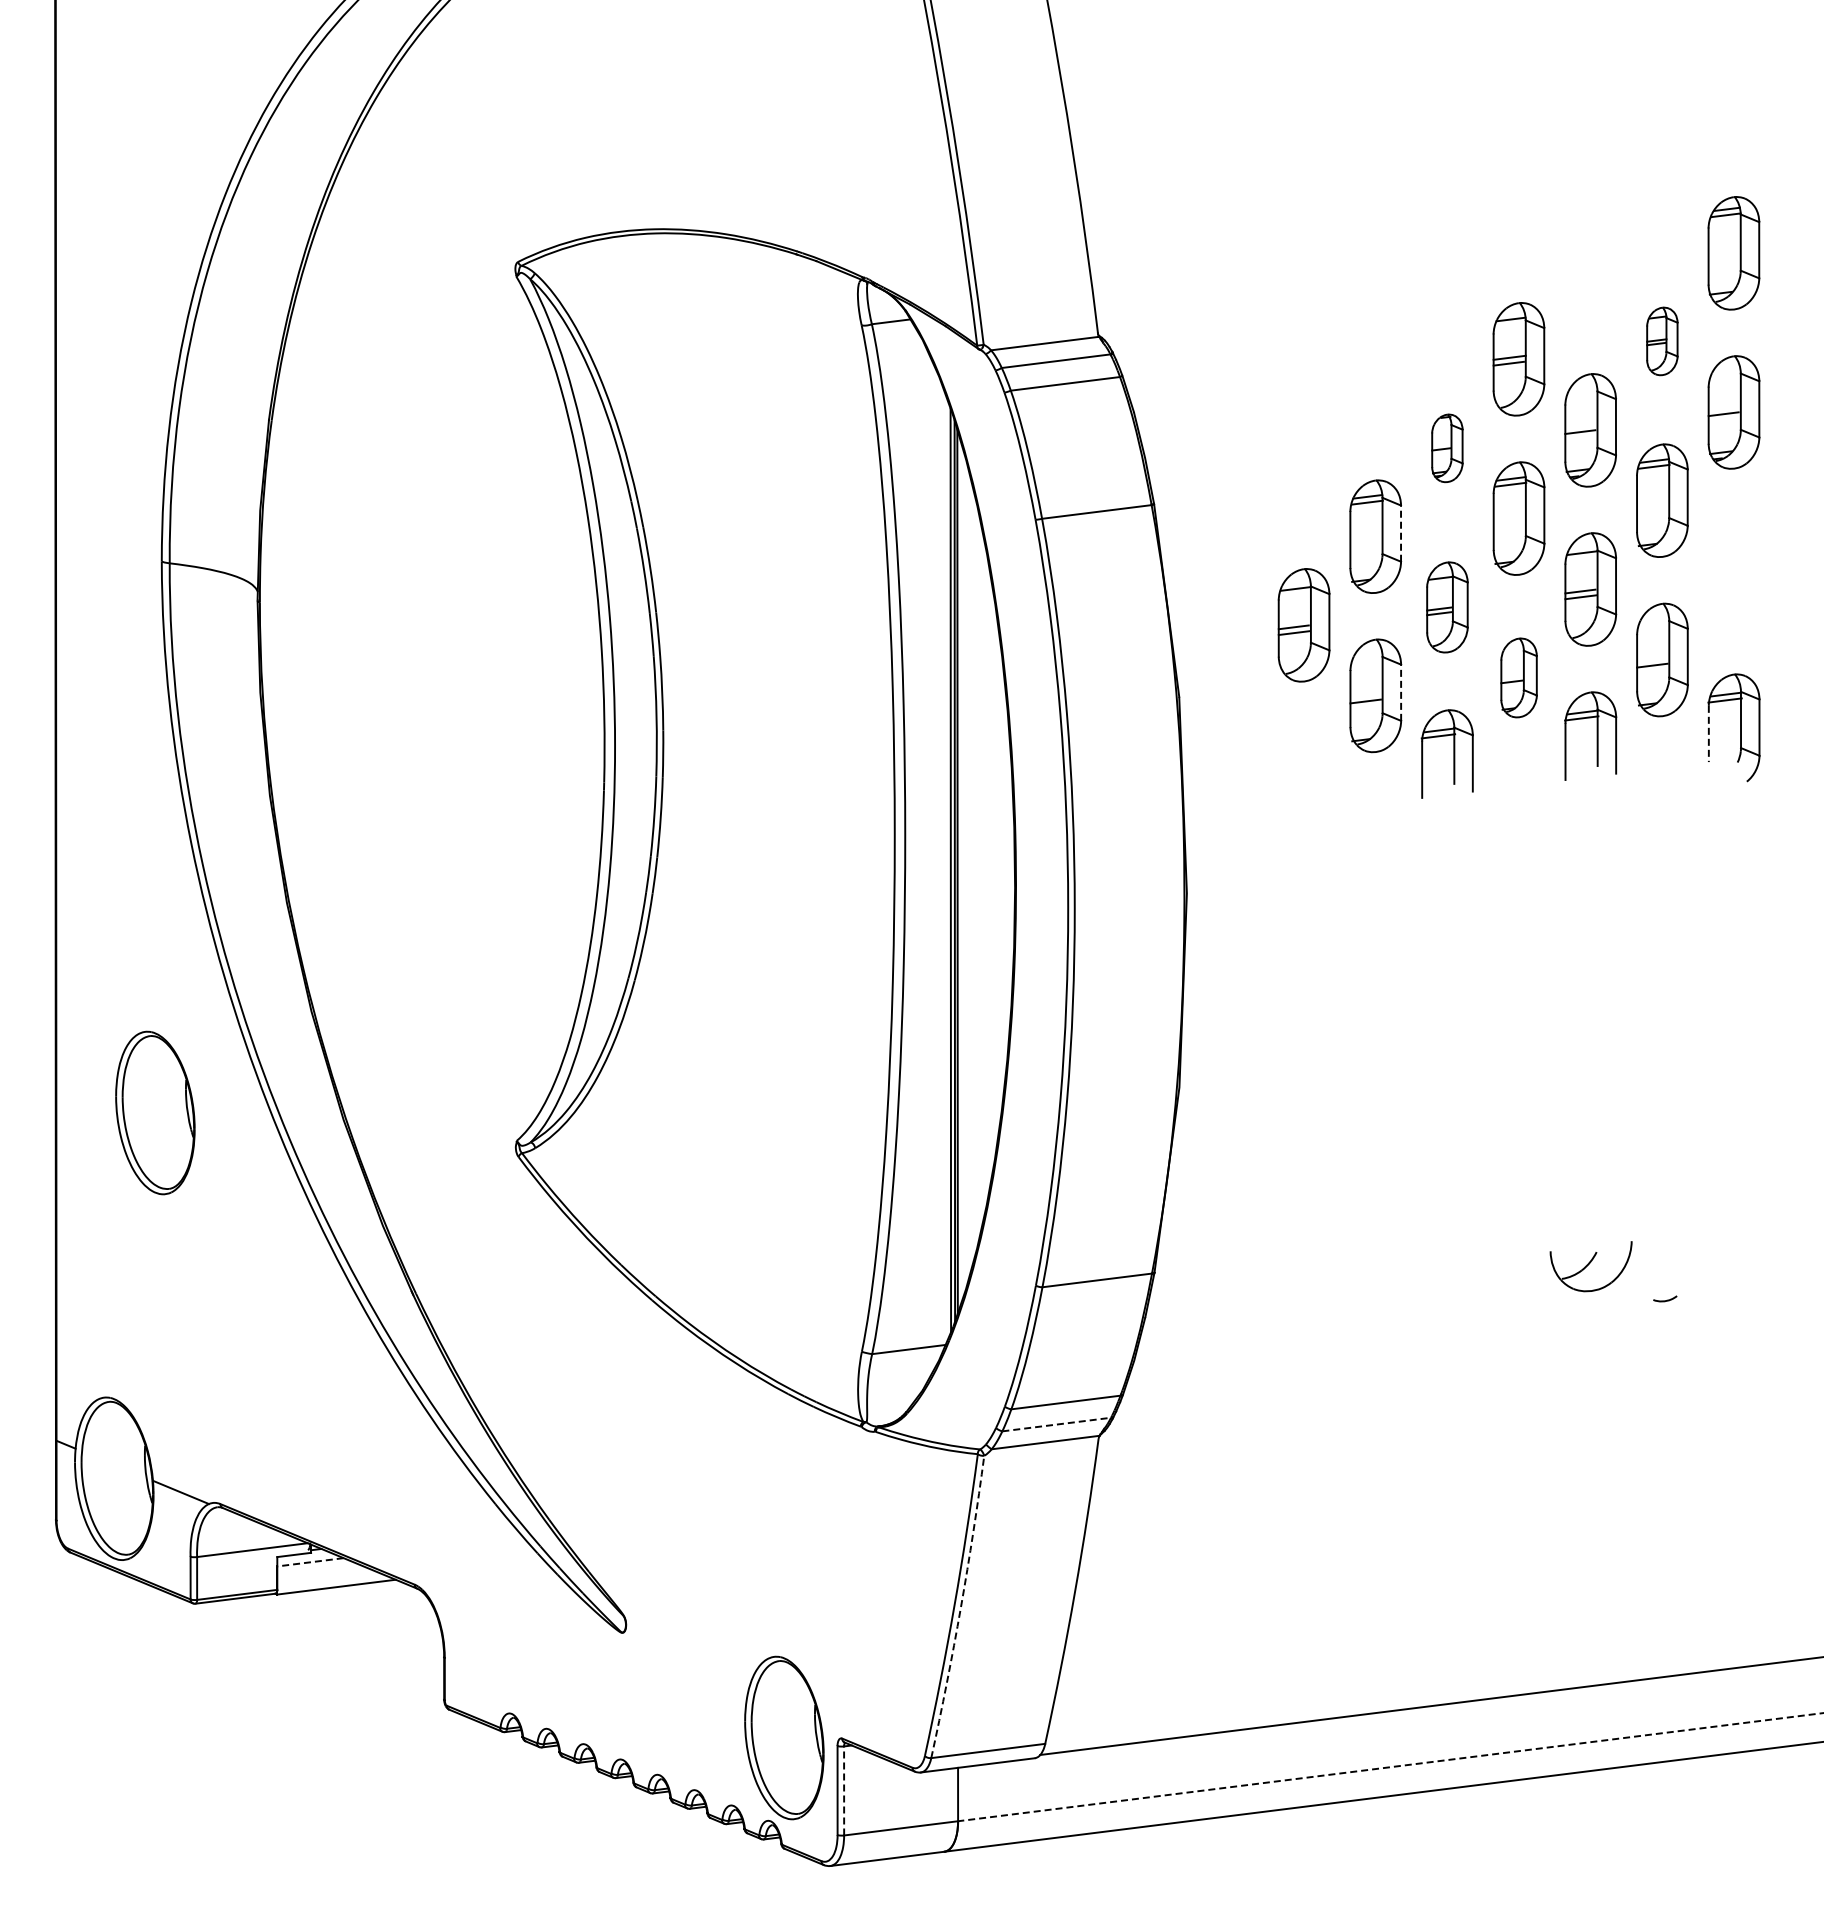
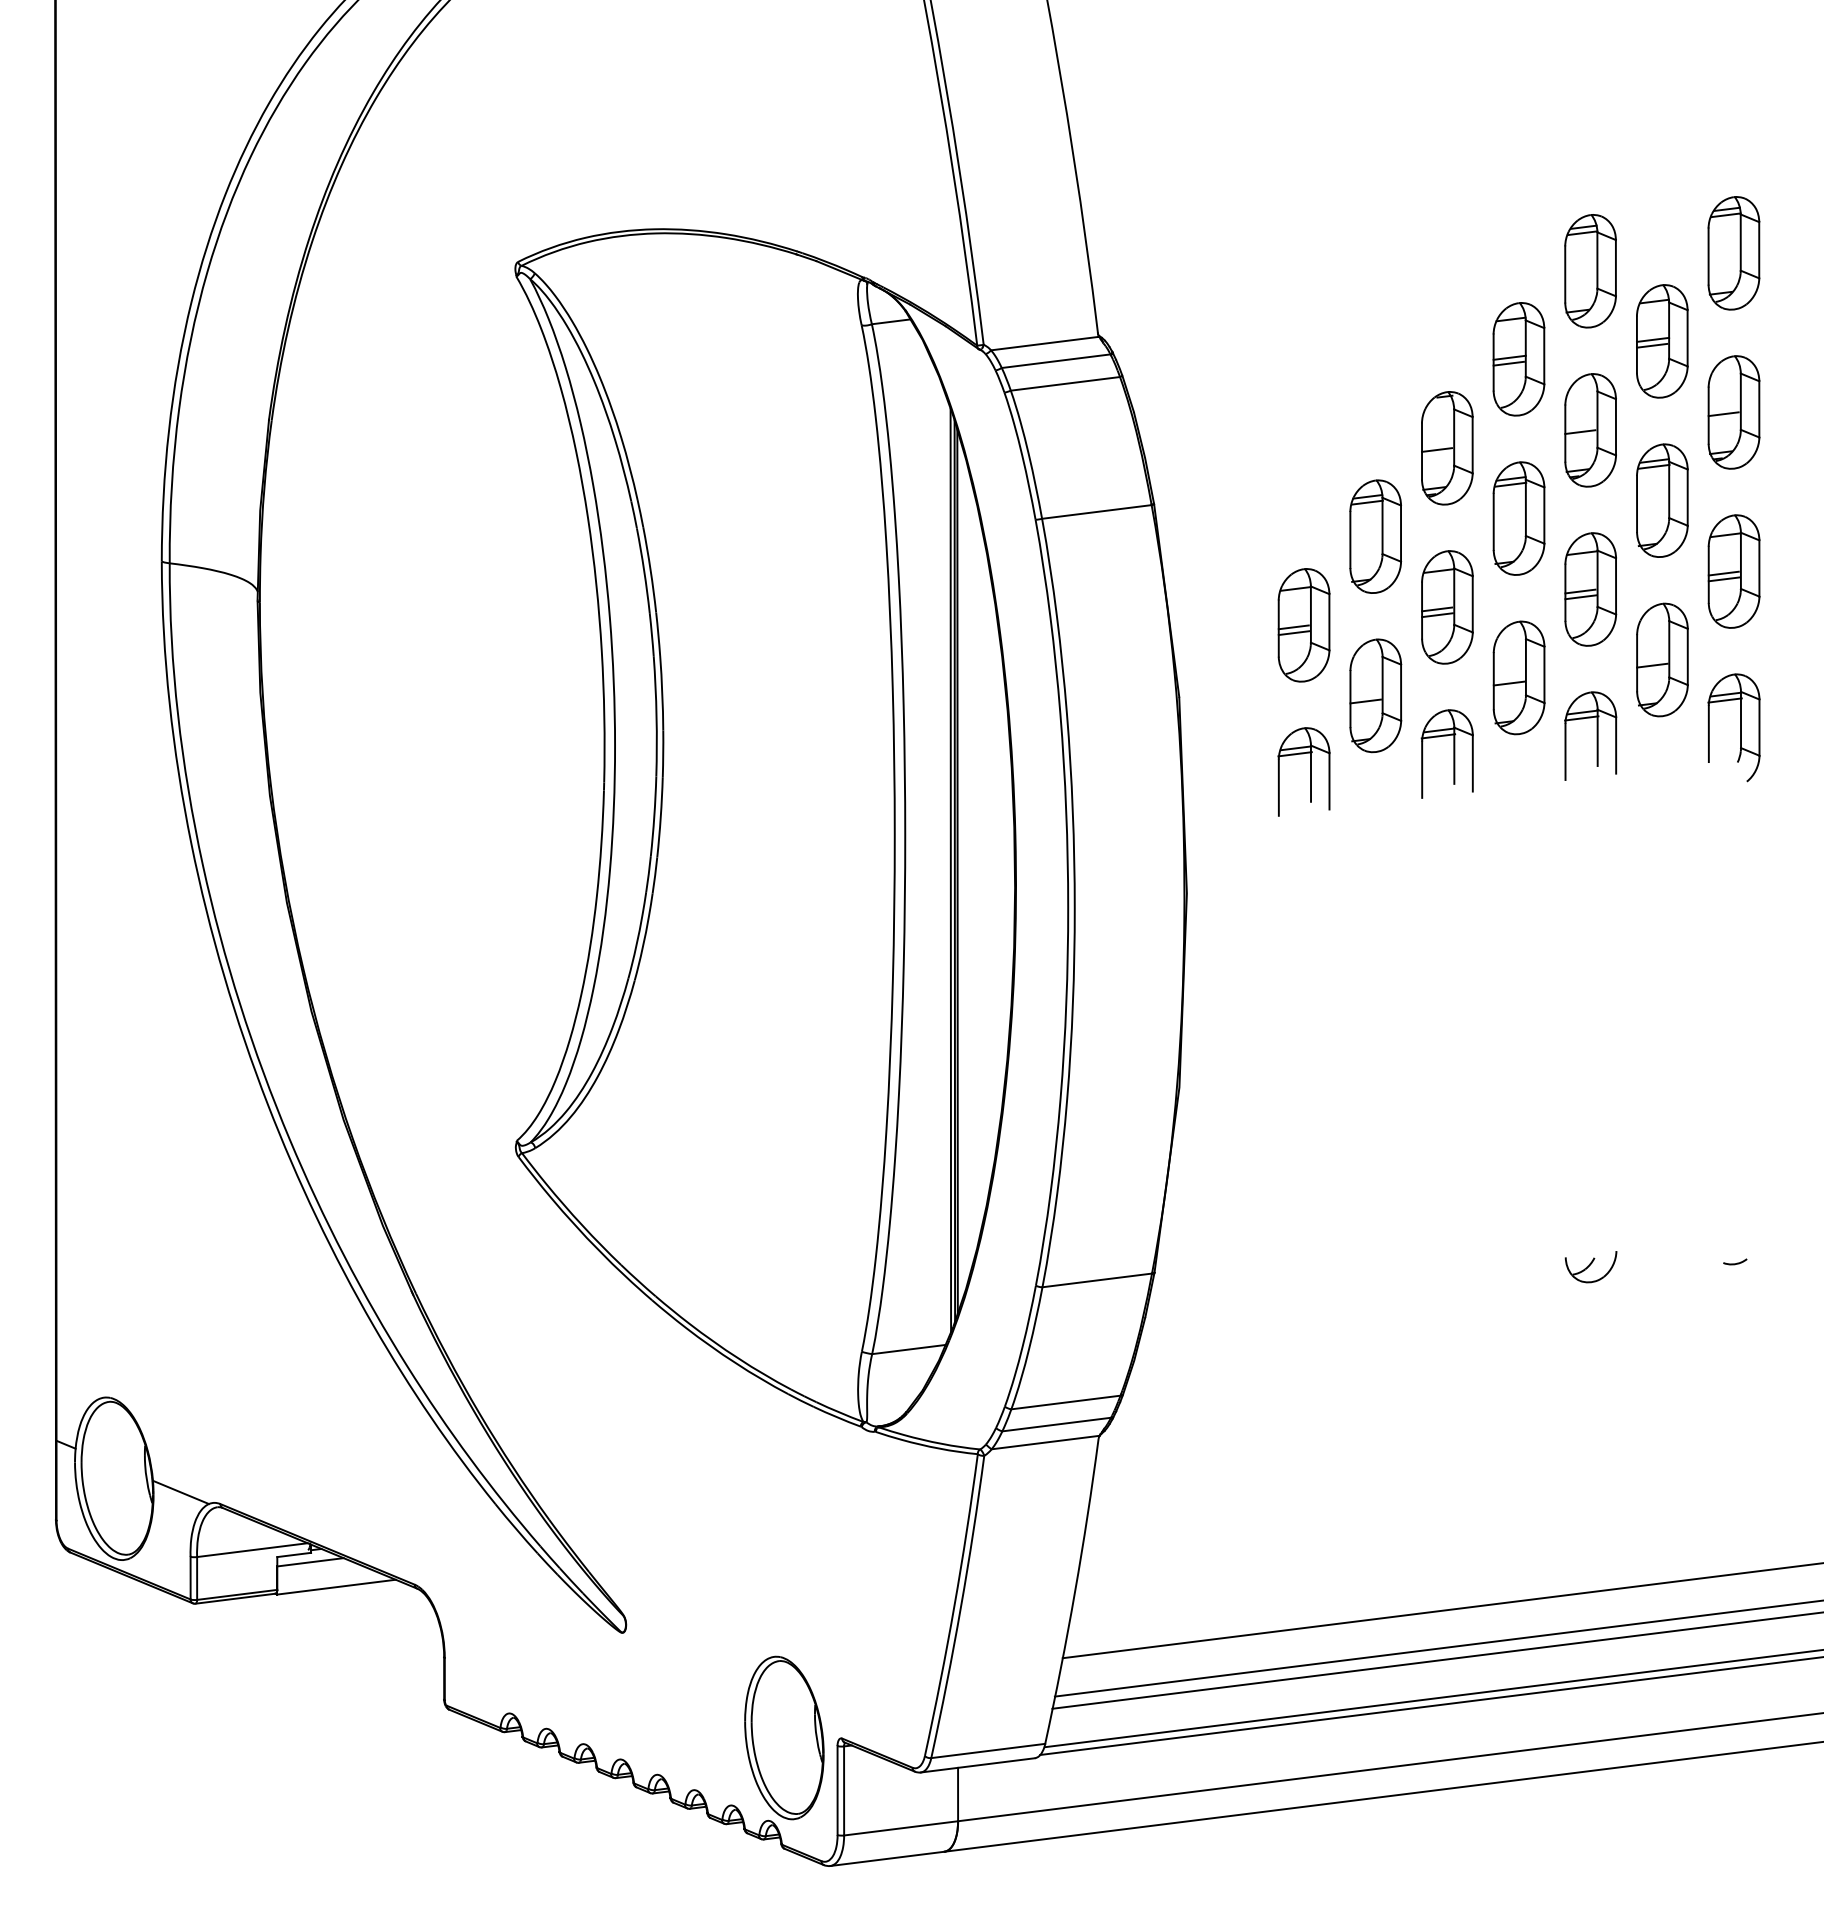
part at (1590, 271): none -> present
part at (1662, 341) size: 33x71 px -> 53x115 px
part at (1447, 448) size: 33x71 px -> 53x115 px
line at (1401, 533): dashed -> solid
part at (1733, 571): none -> present
part at (1447, 607) size: 43x93 px -> 53x115 px
part at (1518, 677) size: 38x82 px -> 54x116 px
line at (1401, 692): dashed -> solid
line at (1708, 734): dashed -> solid
part at (1310, 771): none -> present
part at (155, 1112): present -> none
part at (1590, 1266) size: 84x52 px -> 54x33 px
curve at (1665, 1300) position: (1665, 1300) -> (1735, 1263)
line at (1056, 1424): dashed -> solid
line at (310, 1562): dashed -> solid
arc at (960, 1607): dashed -> solid
line at (1441, 1610): none -> present
line at (1437, 1648): none -> present
line at (1436, 1660): none -> present
line at (1432, 1698): none -> present
line at (1390, 1767): dashed -> solid
line at (844, 1790): dashed -> solid
